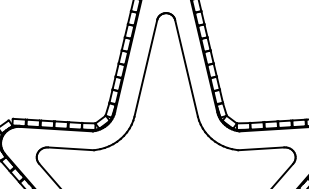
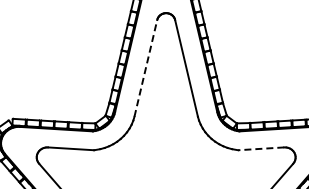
line at (145, 68): solid -> dashed
line at (260, 148): solid -> dashed
